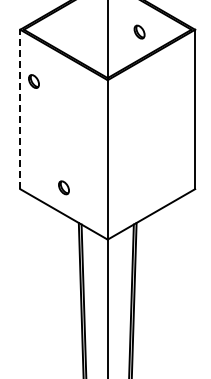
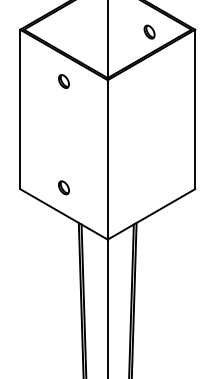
part at (139, 31) position: (139, 31) -> (149, 31)
part at (33, 81) position: (33, 81) -> (63, 81)
line at (20, 109): dashed -> solid
